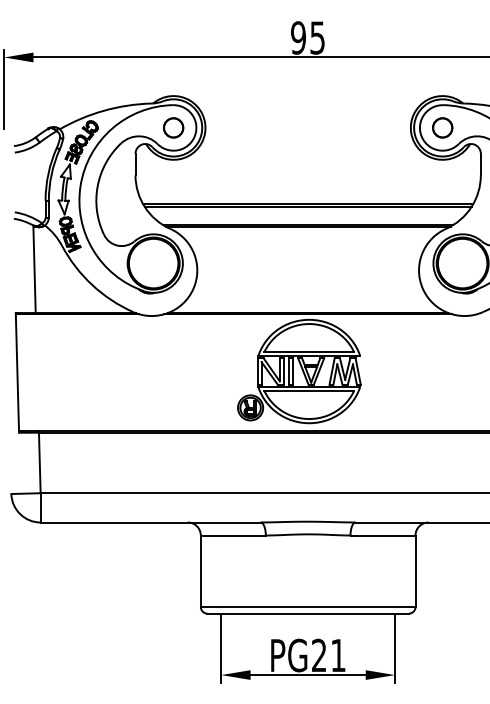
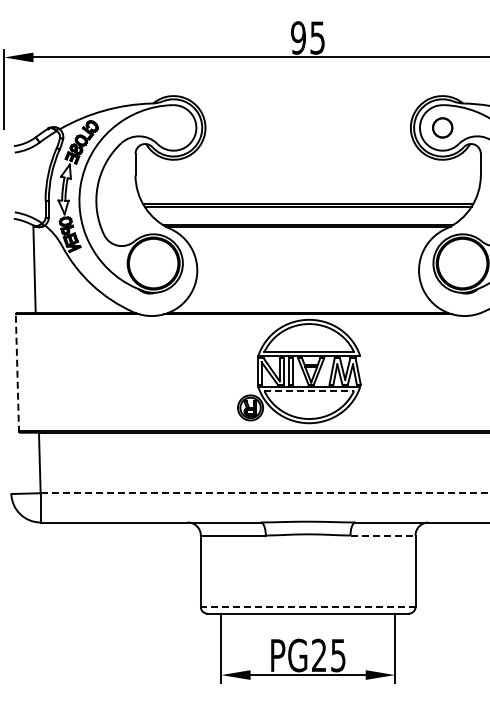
circle at (173, 127): present -> none
line at (17, 372): solid -> dashed
line at (309, 391): solid -> dashed
line at (265, 493): solid -> dashed
line at (383, 535): solid -> dashed
line at (307, 607): solid -> dashed
text at (338, 655): PG21 -> PG25
